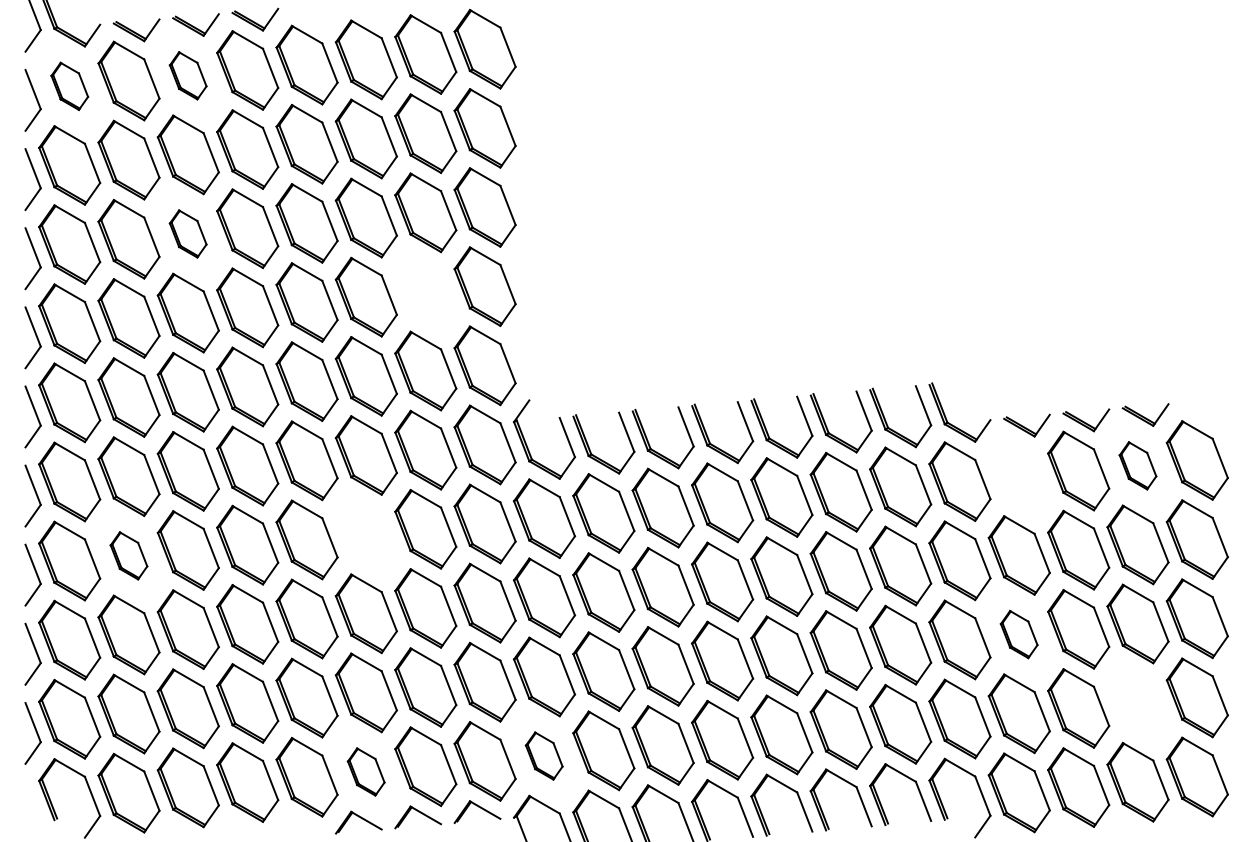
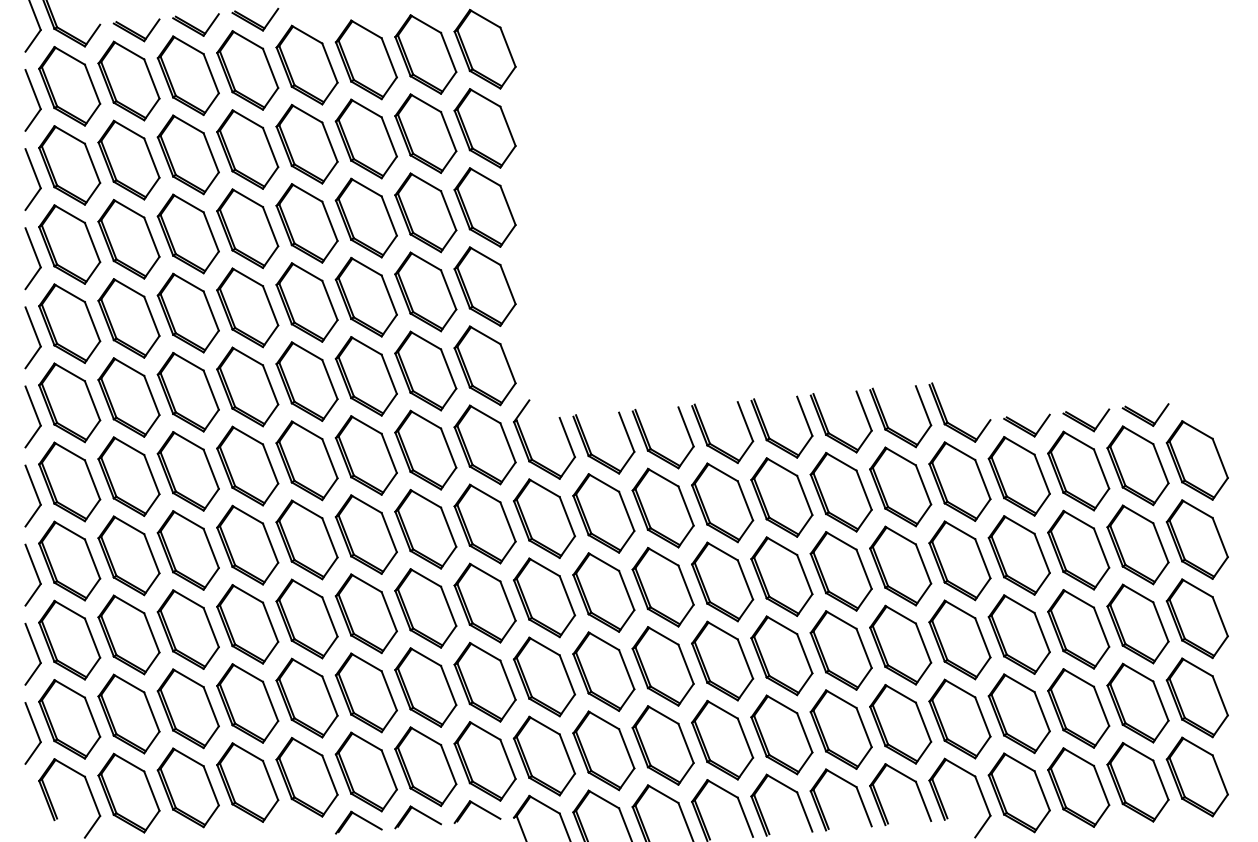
part at (187, 75) size: 40x50 px -> 64x82 px
part at (69, 86) size: 40x51 px -> 64x81 px
part at (187, 233) size: 40x50 px -> 64x82 px
part at (425, 291): none -> present
part at (1137, 465) size: 40x50 px -> 64x82 px
part at (1018, 476): none -> present
part at (365, 534): none -> present
part at (128, 555) size: 40x50 px -> 64x82 px
part at (1018, 634) size: 40x51 px -> 64x81 px
part at (1137, 702): none -> present
part at (543, 755) size: 40x50 px -> 64x82 px
part at (365, 771) size: 40x50 px -> 64x82 px
